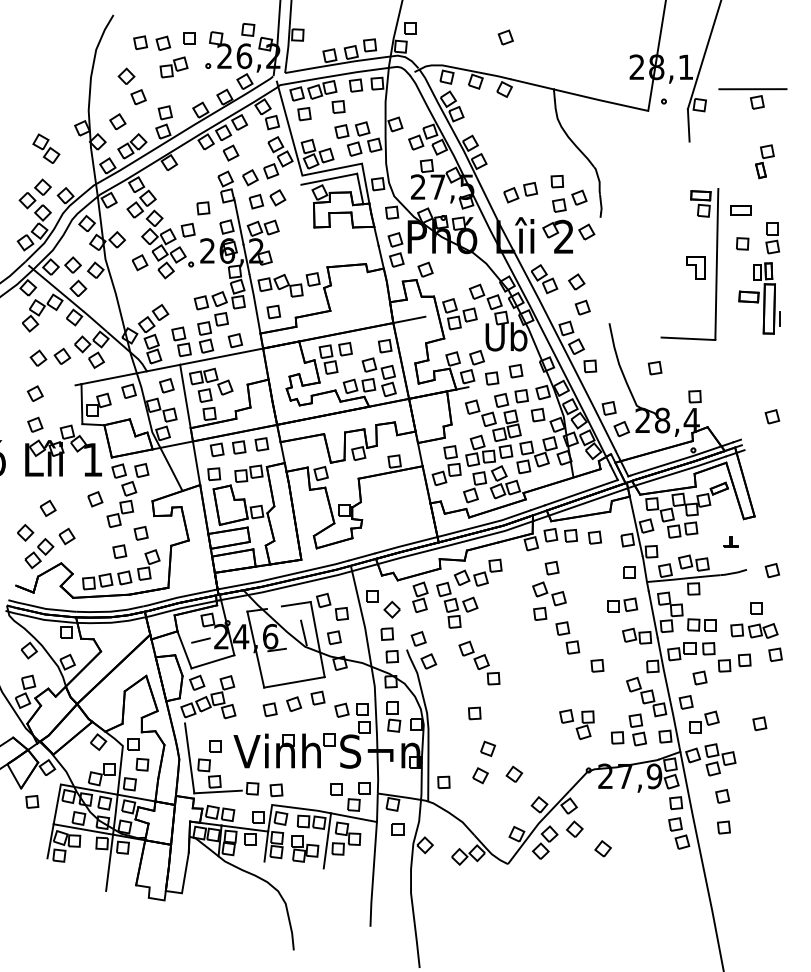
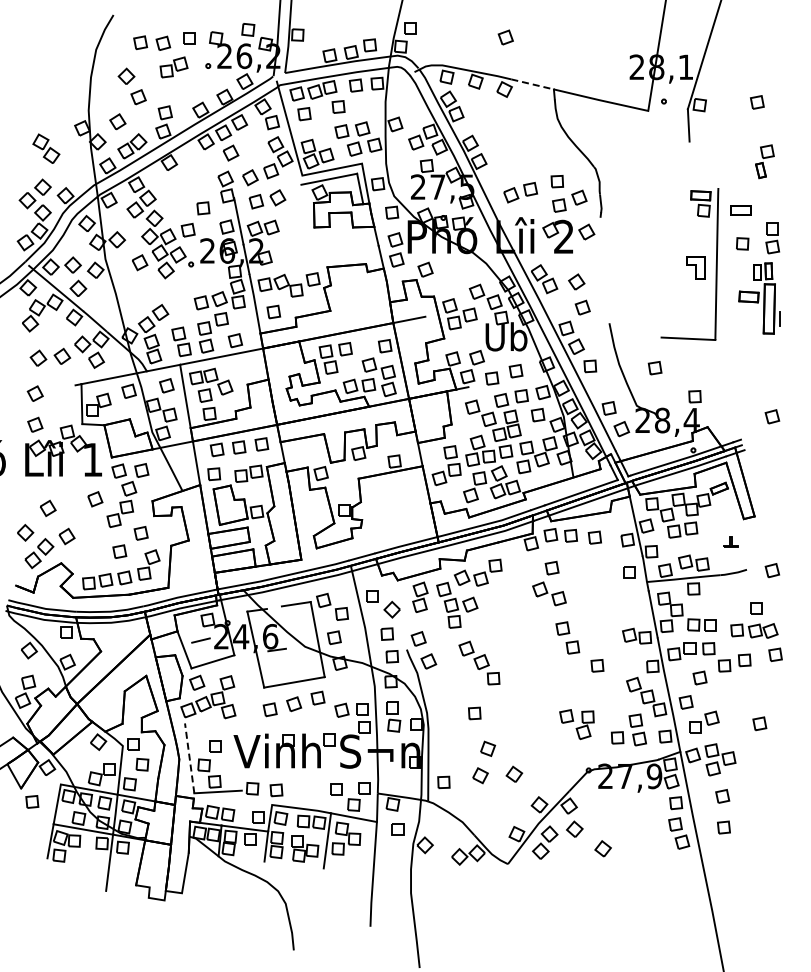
line at (532, 84): solid -> dashed
line at (752, 89): present -> none
part at (622, 604): present -> none
part at (540, 613): present -> none
line at (303, 632): present -> none
line at (189, 757): solid -> dashed
